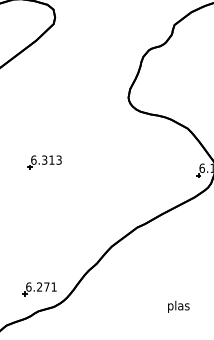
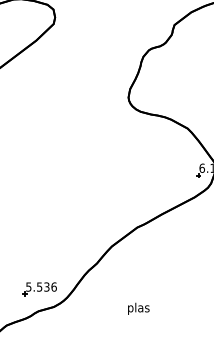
part at (44, 162): present -> none
text at (41, 286): 6.271 -> 5.536
text at (178, 306) position: (178, 306) -> (138, 308)
